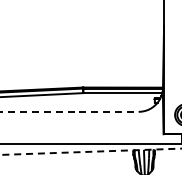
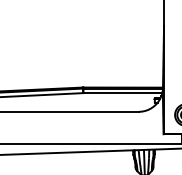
line at (69, 111): dashed -> solid
line at (91, 151): dashed -> solid
